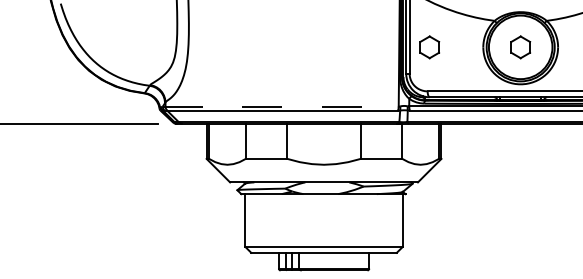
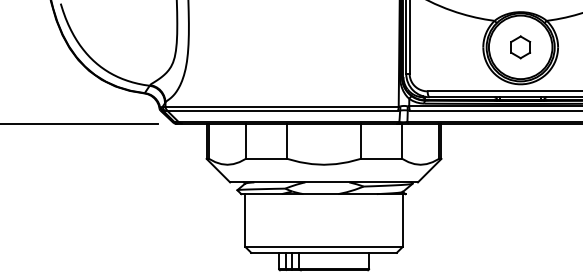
part at (429, 47): present -> none
line at (280, 106): dashed -> solid
